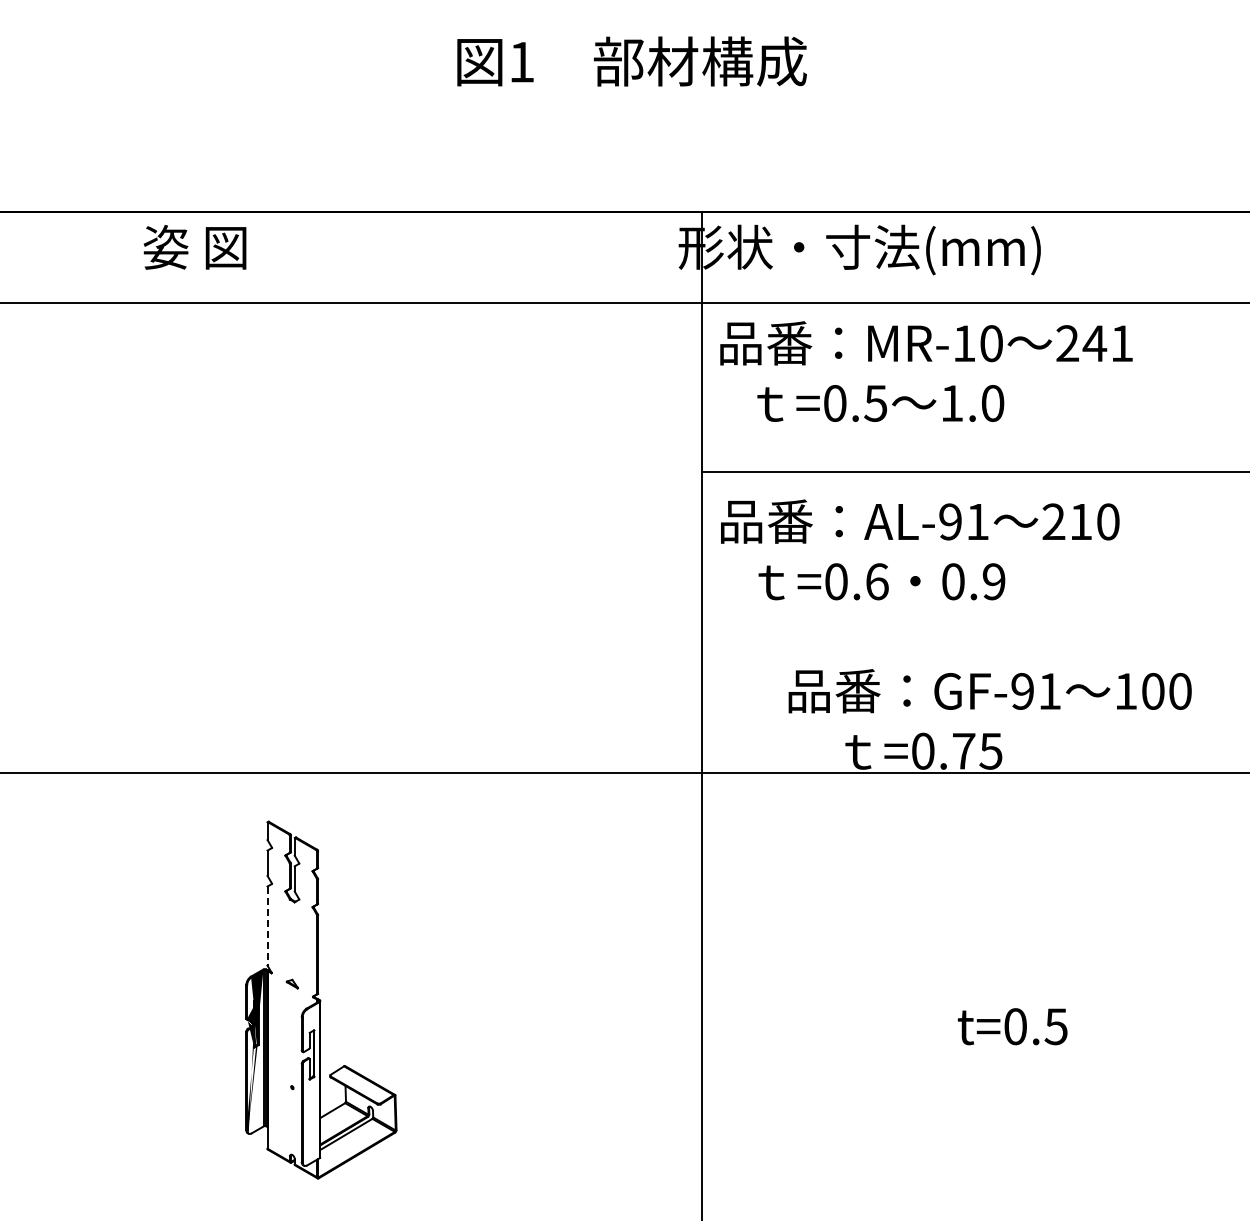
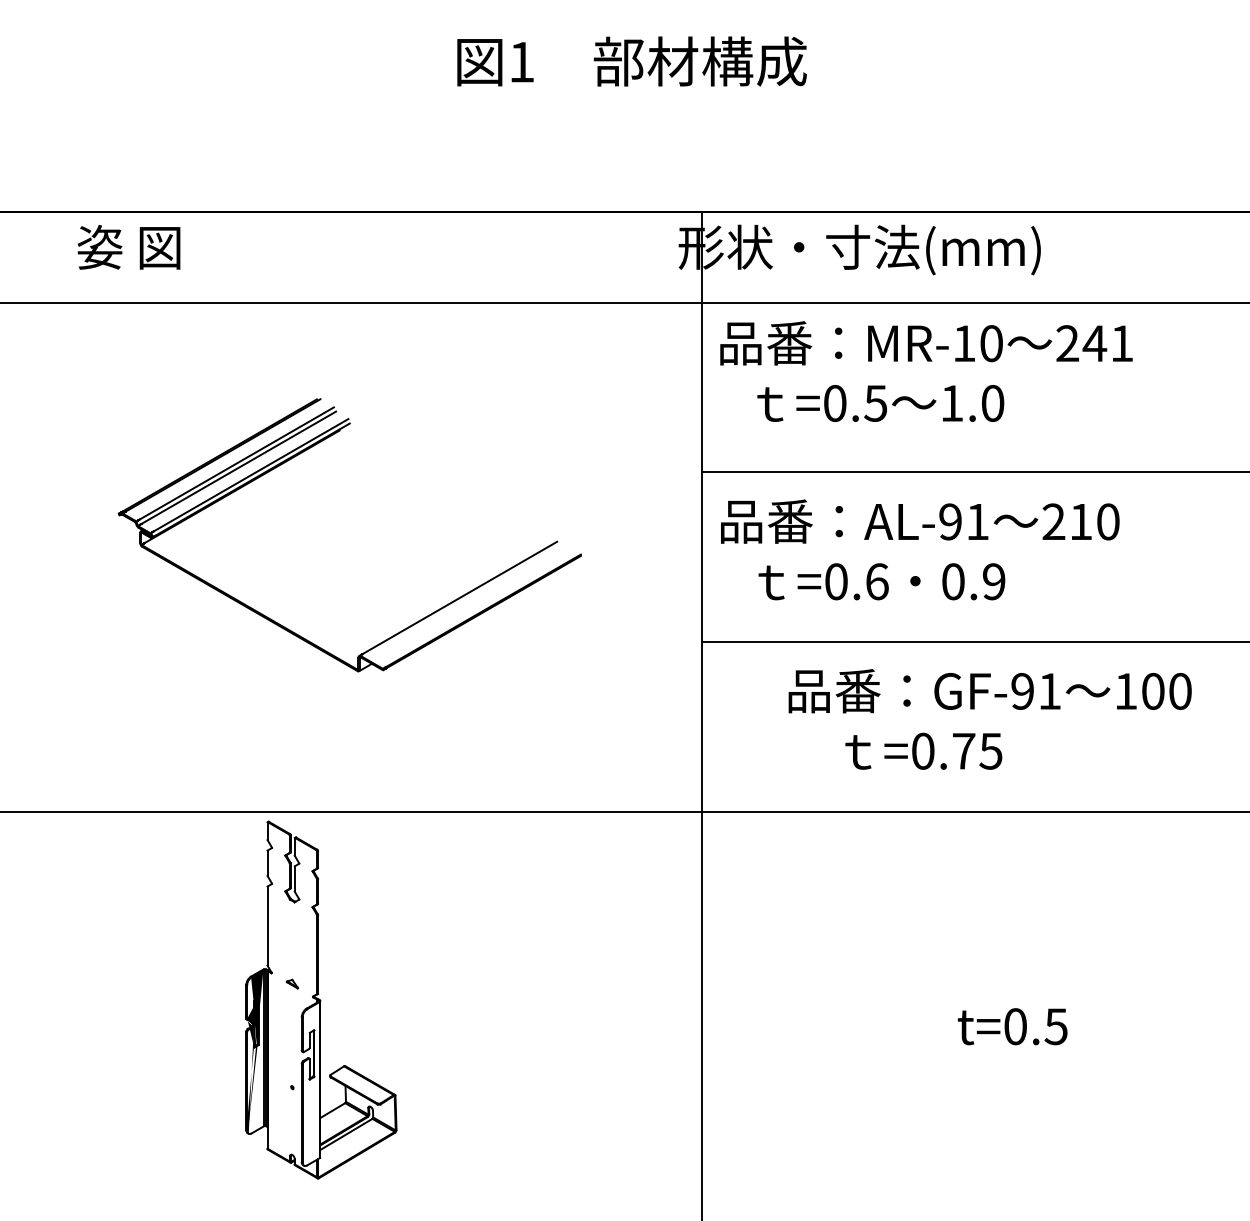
text at (194, 247) position: (194, 247) -> (128, 247)
part at (302, 453): none -> present
line at (973, 642): none -> present
line at (624, 772) position: (624, 772) -> (624, 811)
line at (267, 926): dashed -> solid
